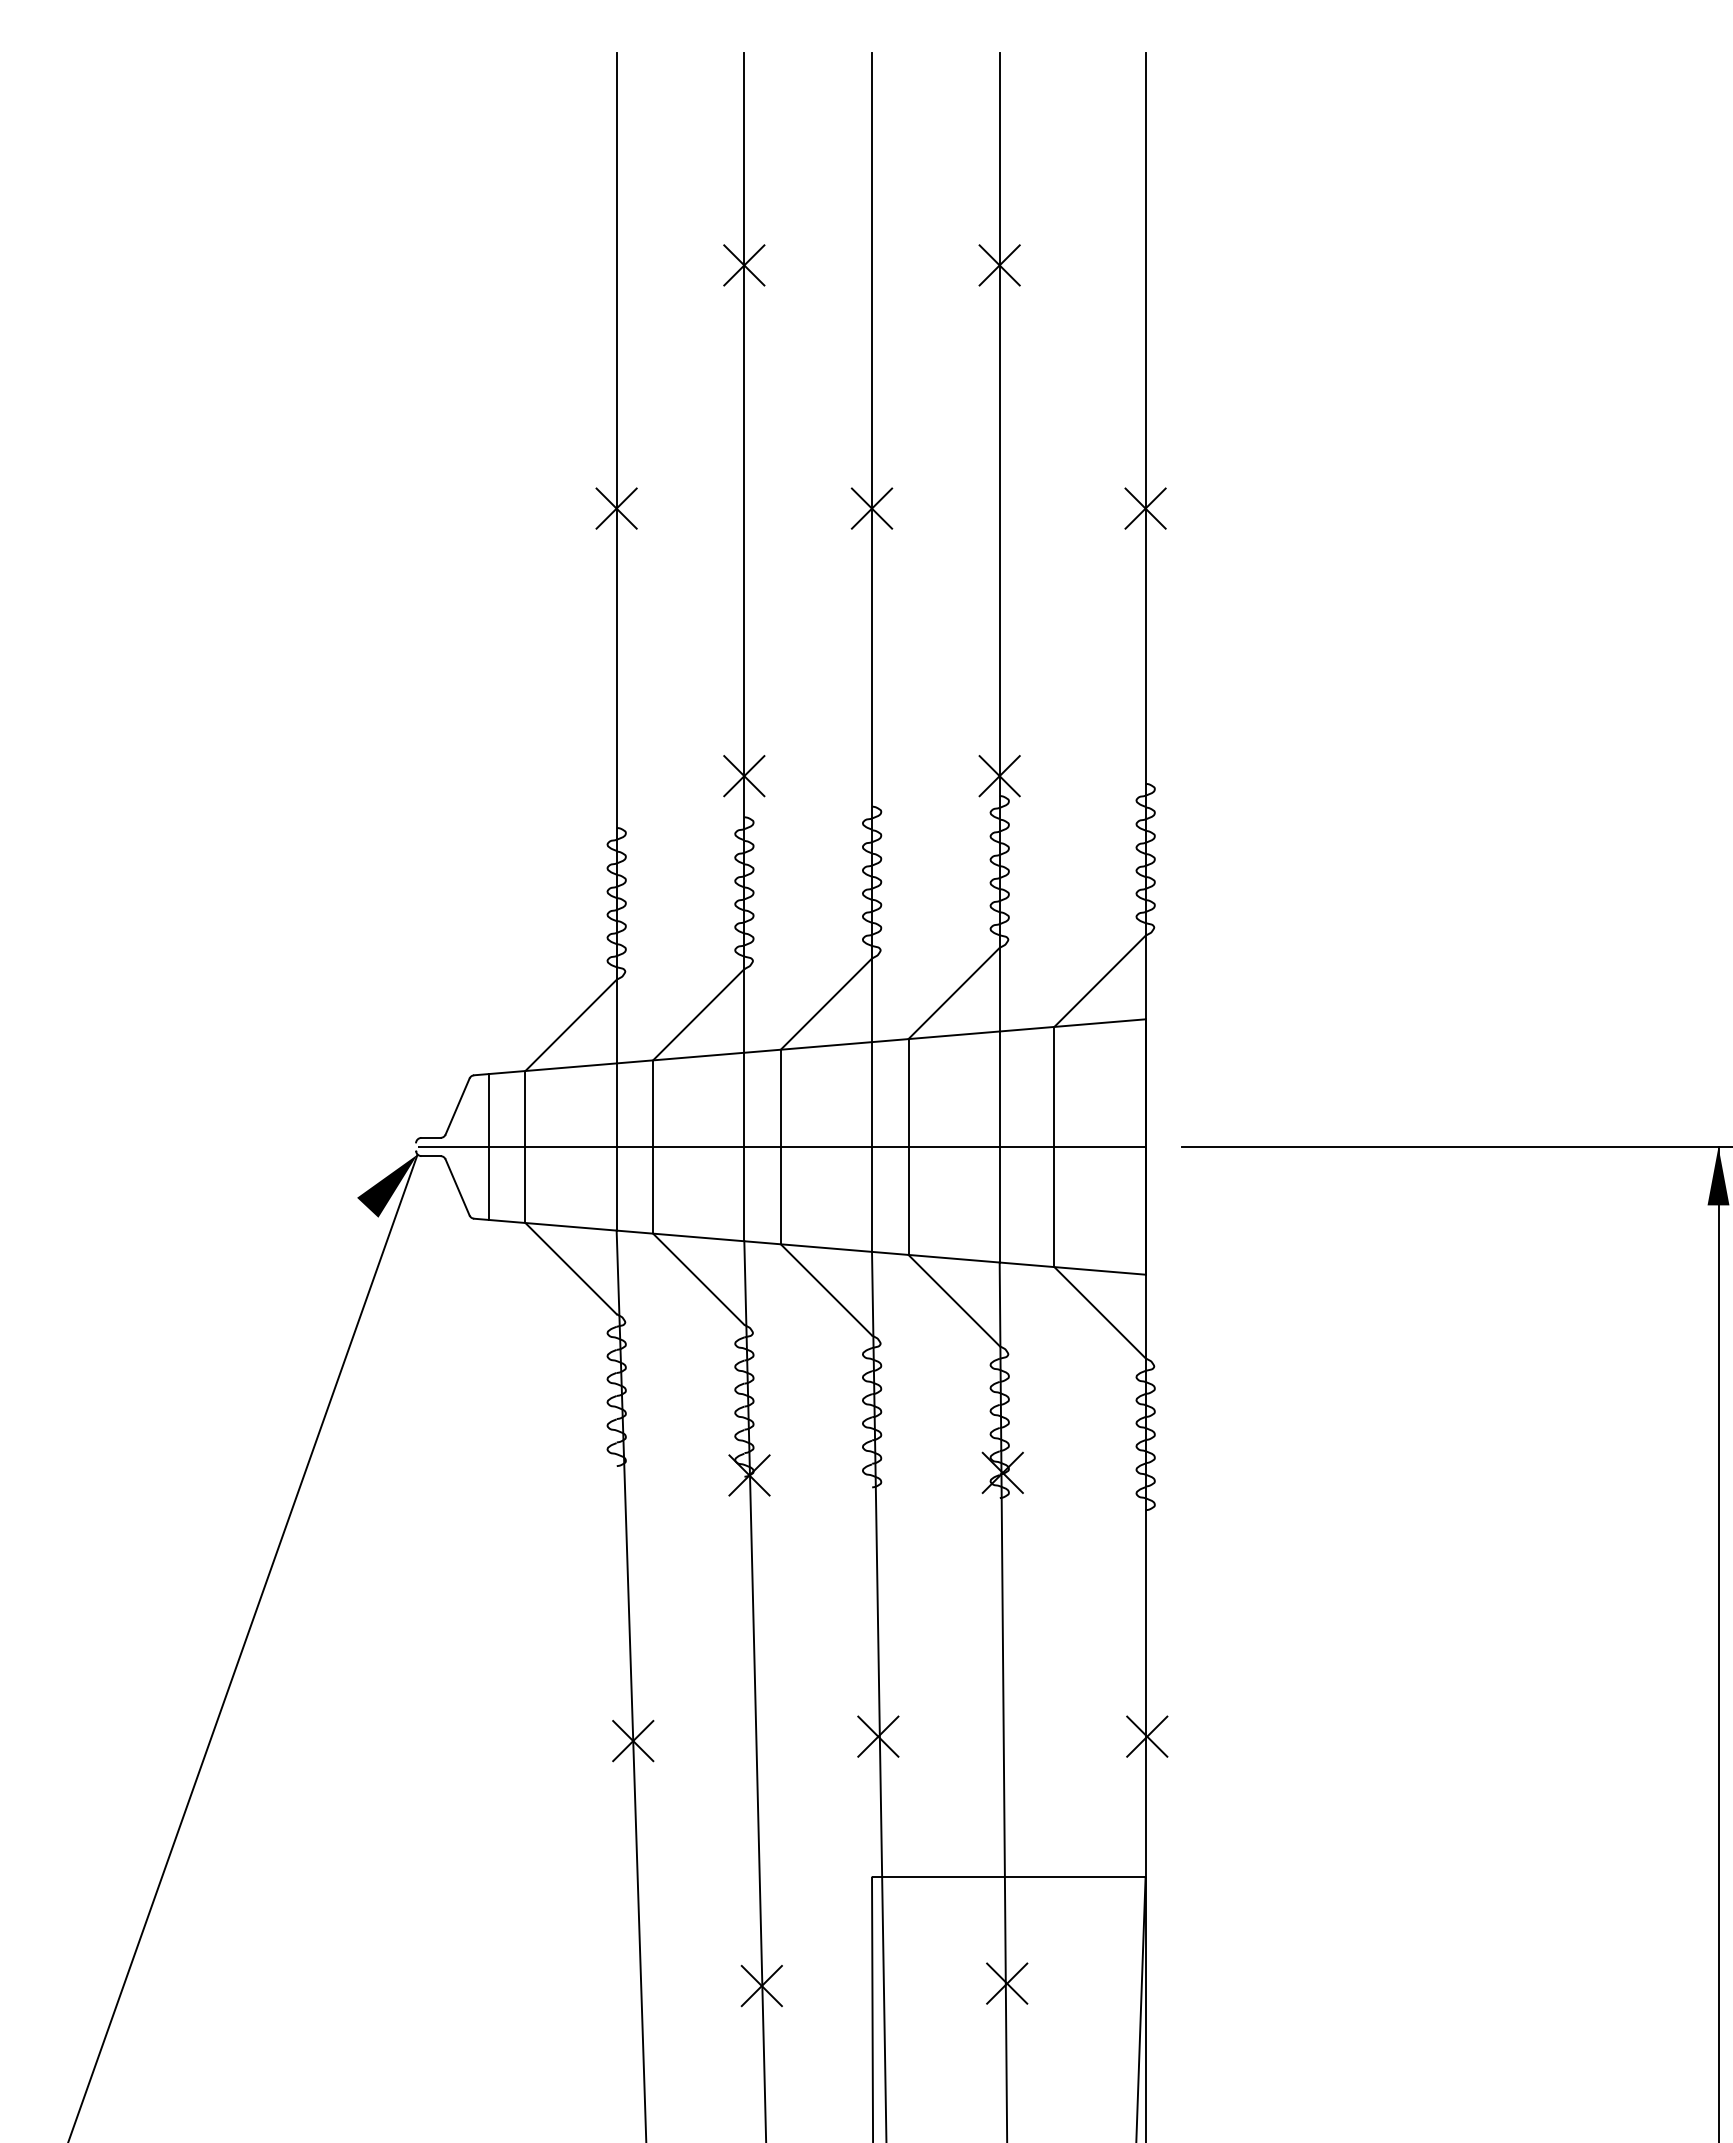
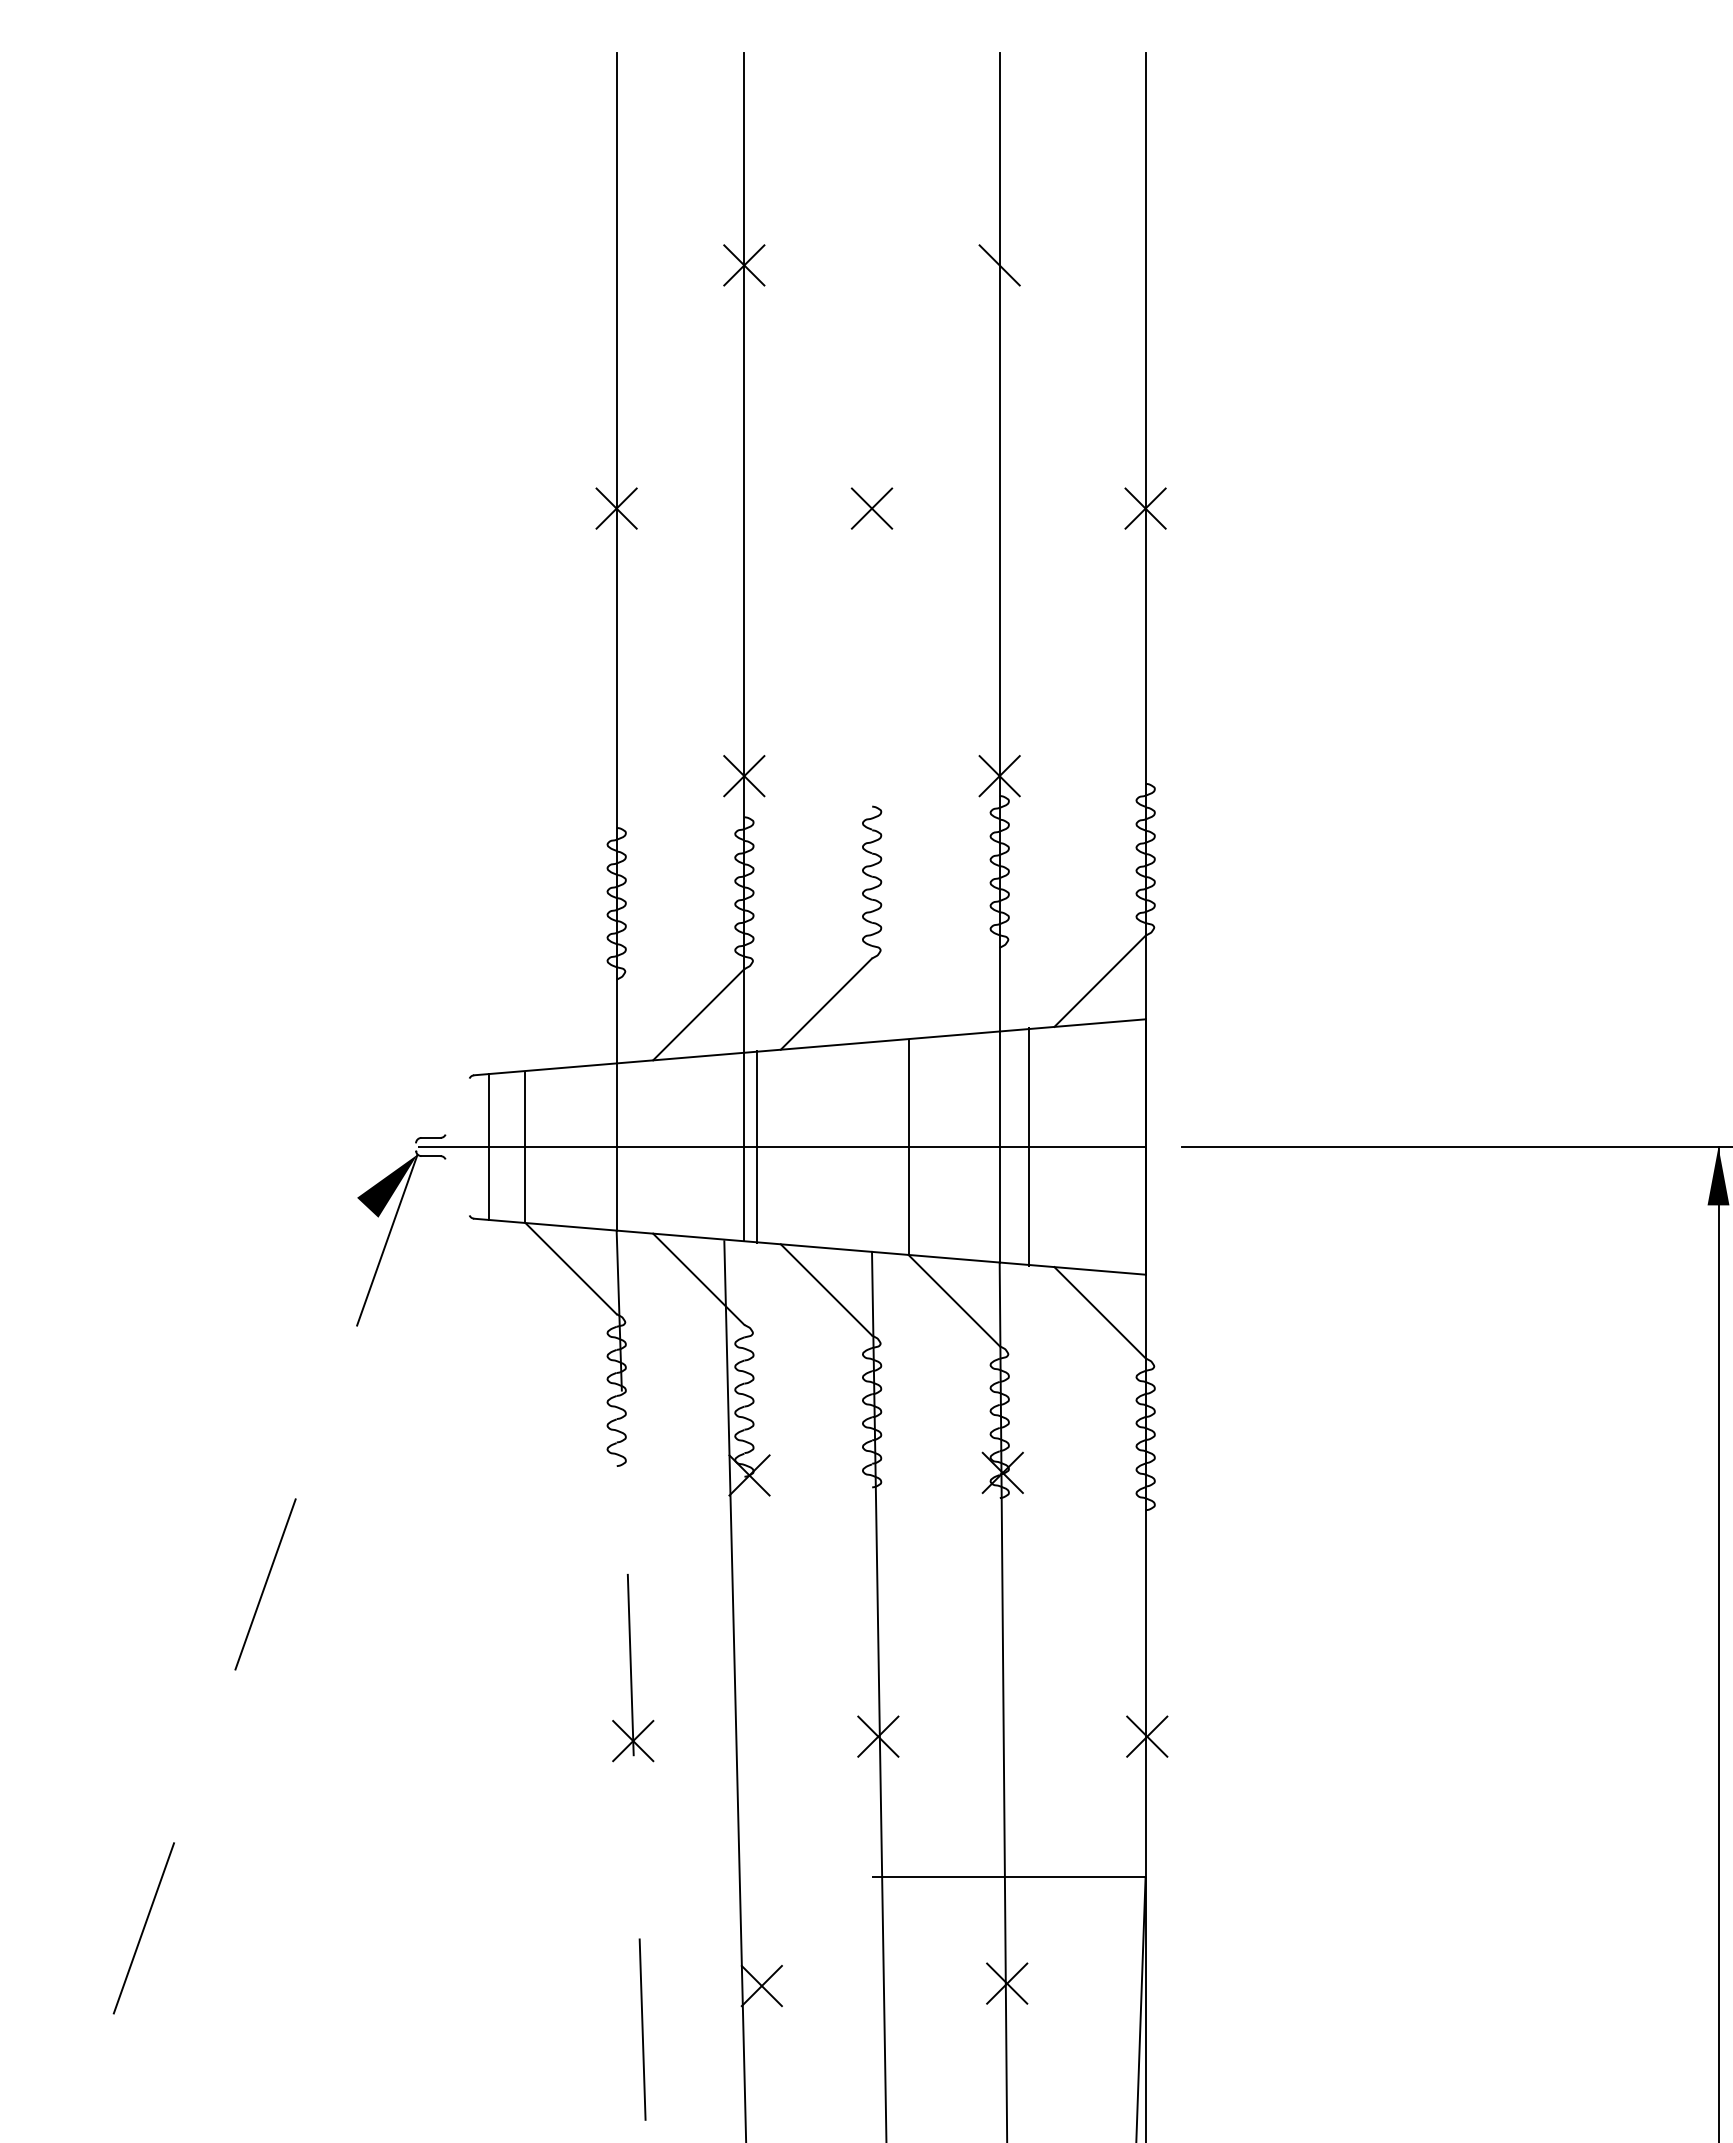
line at (999, 265): present -> none
line at (872, 651): present -> none
line at (953, 993): present -> none
line at (570, 1025): present -> none
line at (457, 1106): present -> none
line at (653, 1146): present -> none
line at (780, 1146) position: (780, 1146) -> (756, 1146)
line at (1054, 1146) position: (1054, 1146) -> (1029, 1146)
line at (457, 1187): present -> none
line at (242, 1649): solid -> dashed
line at (631, 1686): solid -> dashed
line at (755, 1690) position: (755, 1690) -> (735, 1690)
line at (872, 2007): present -> none
